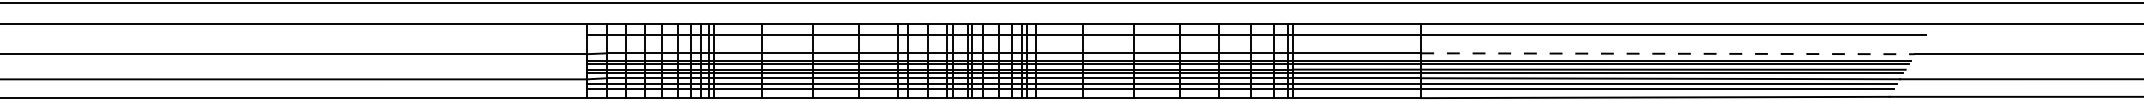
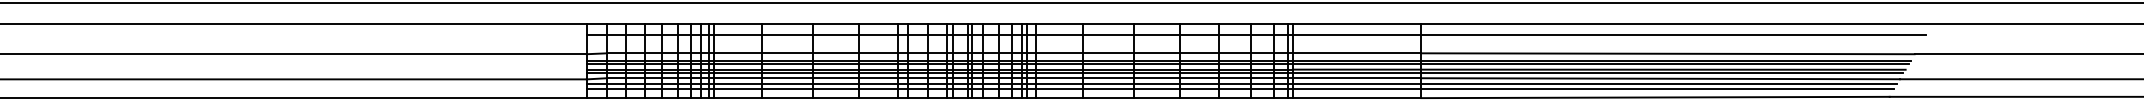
line at (1667, 53): dashed -> solid
